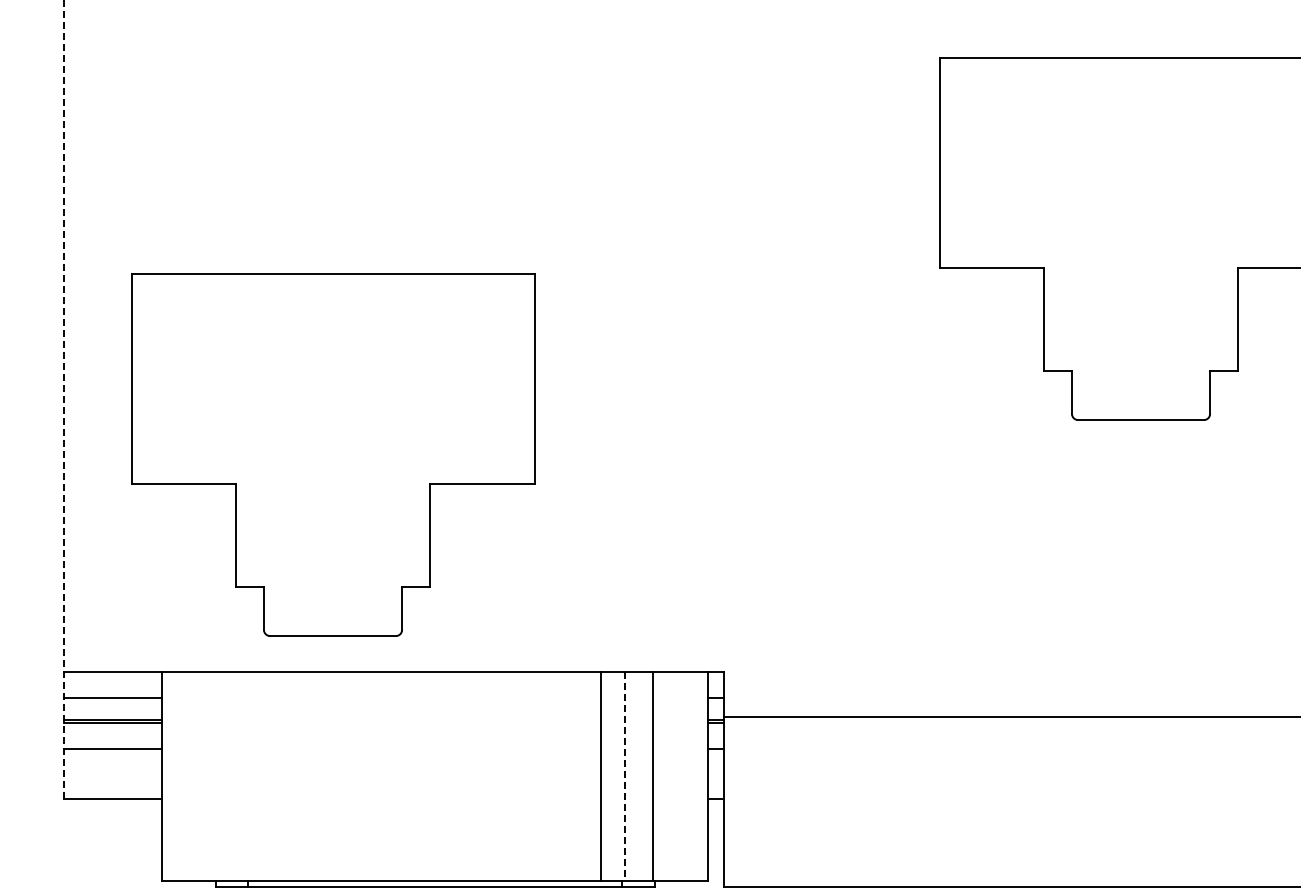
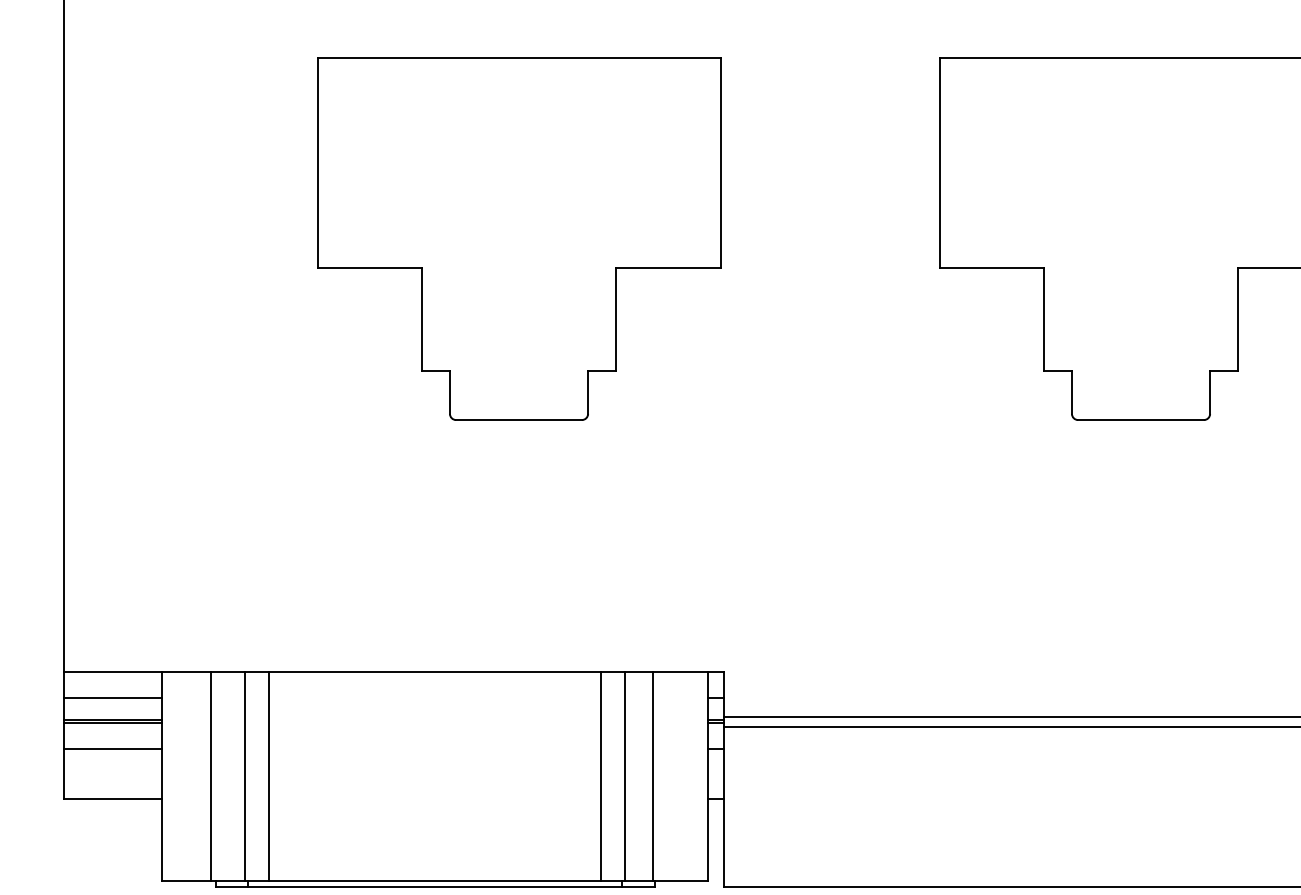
line at (64, 399): dashed -> solid
part at (333, 454) position: (333, 454) -> (519, 238)
line at (1010, 727): none -> present
line at (210, 775): none -> present
line at (244, 775): none -> present
line at (269, 775): none -> present
line at (625, 776): dashed -> solid
